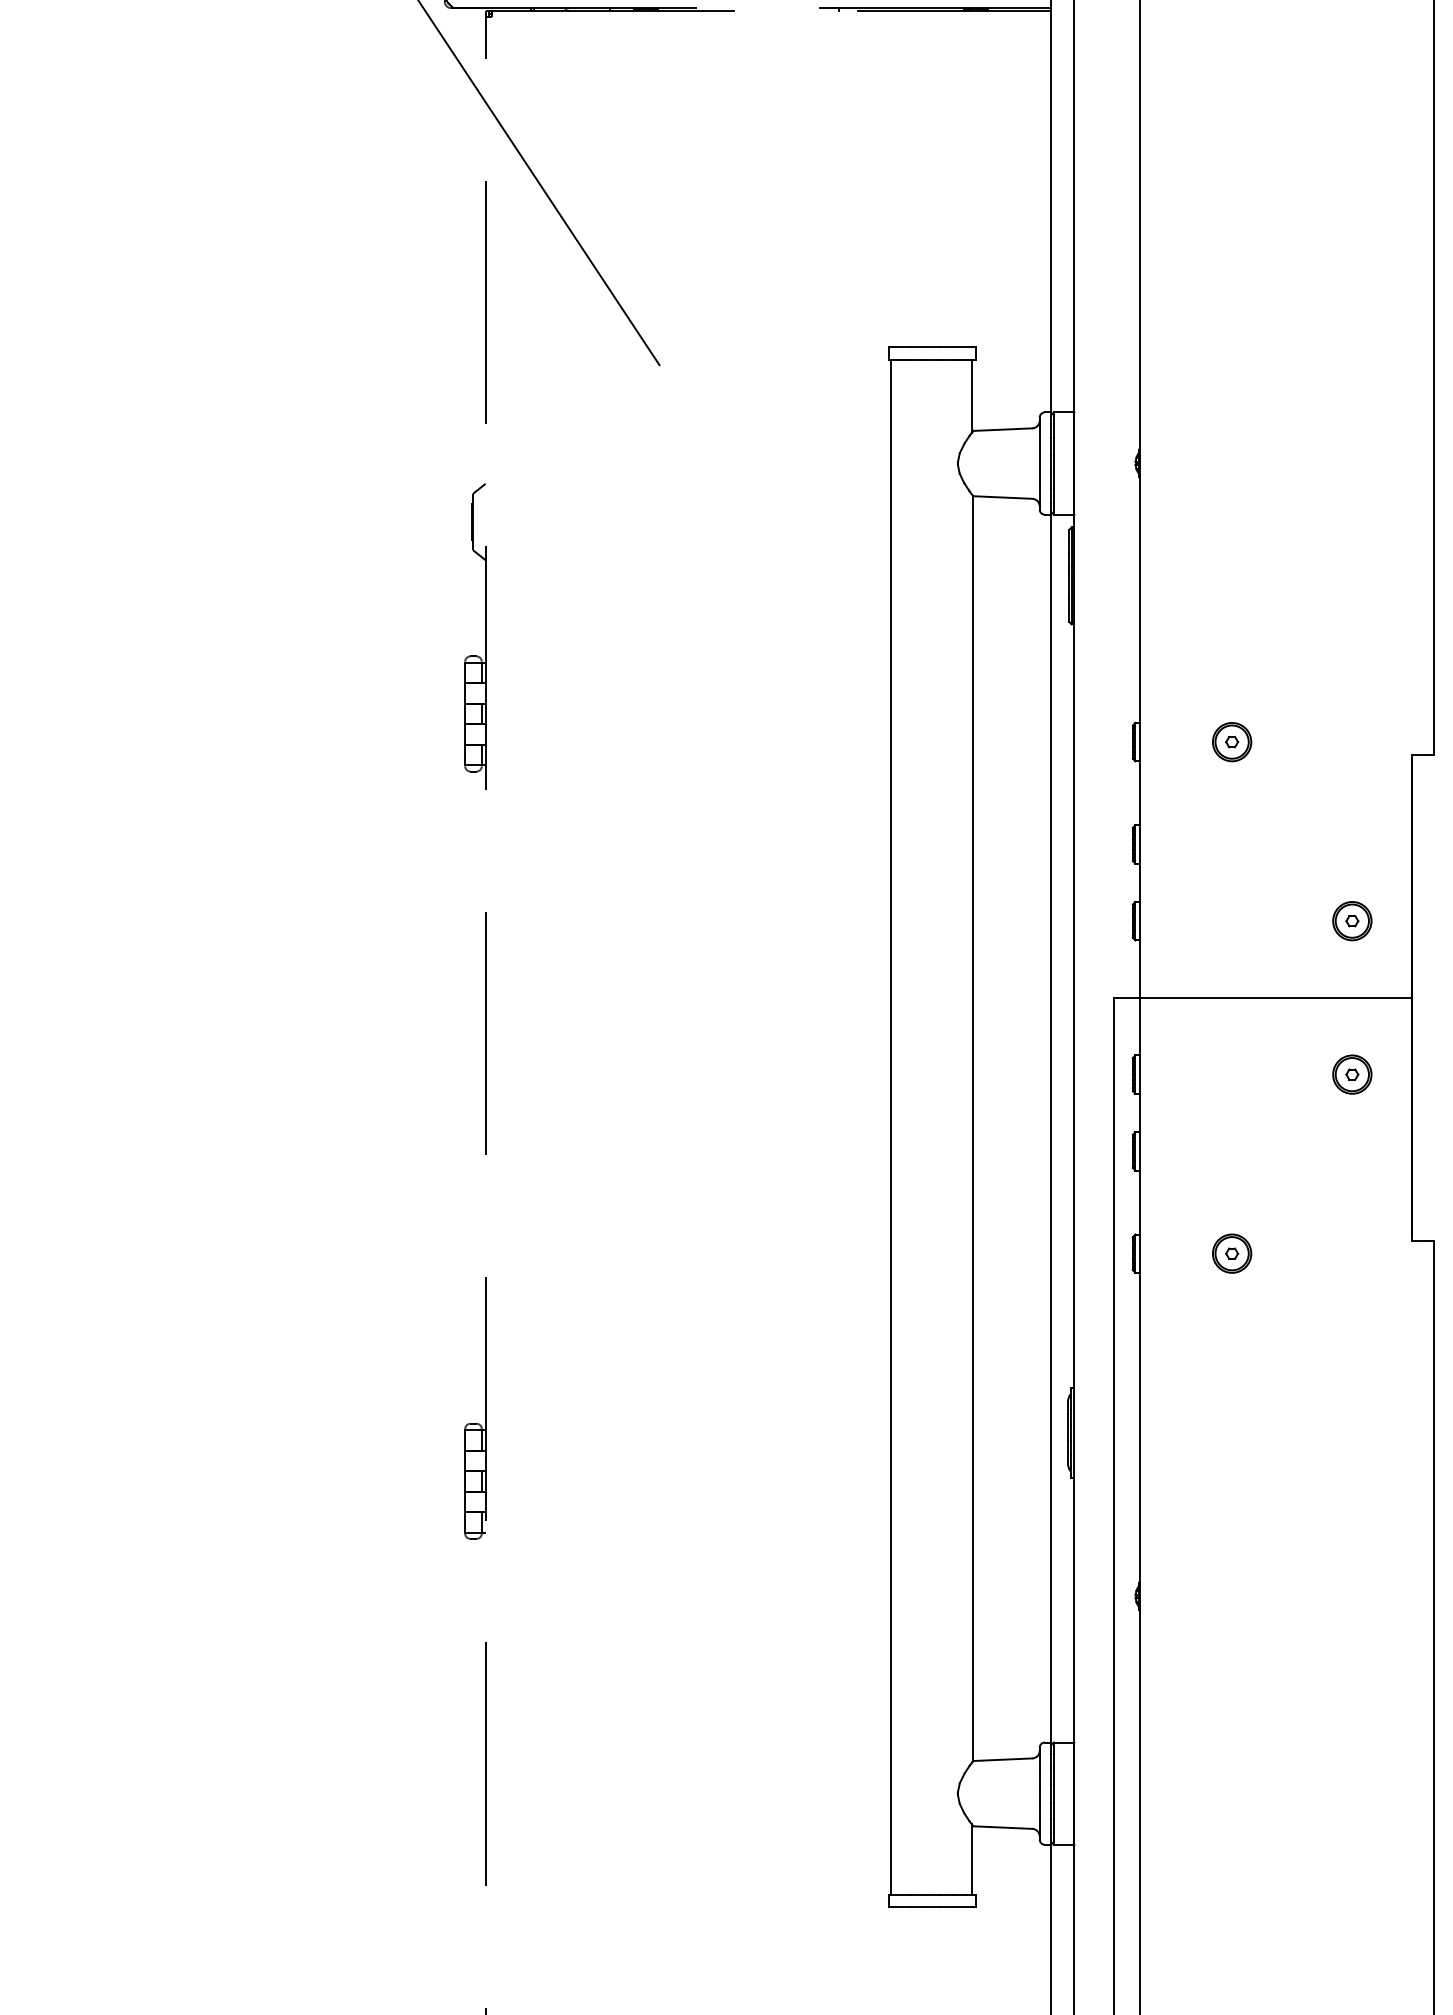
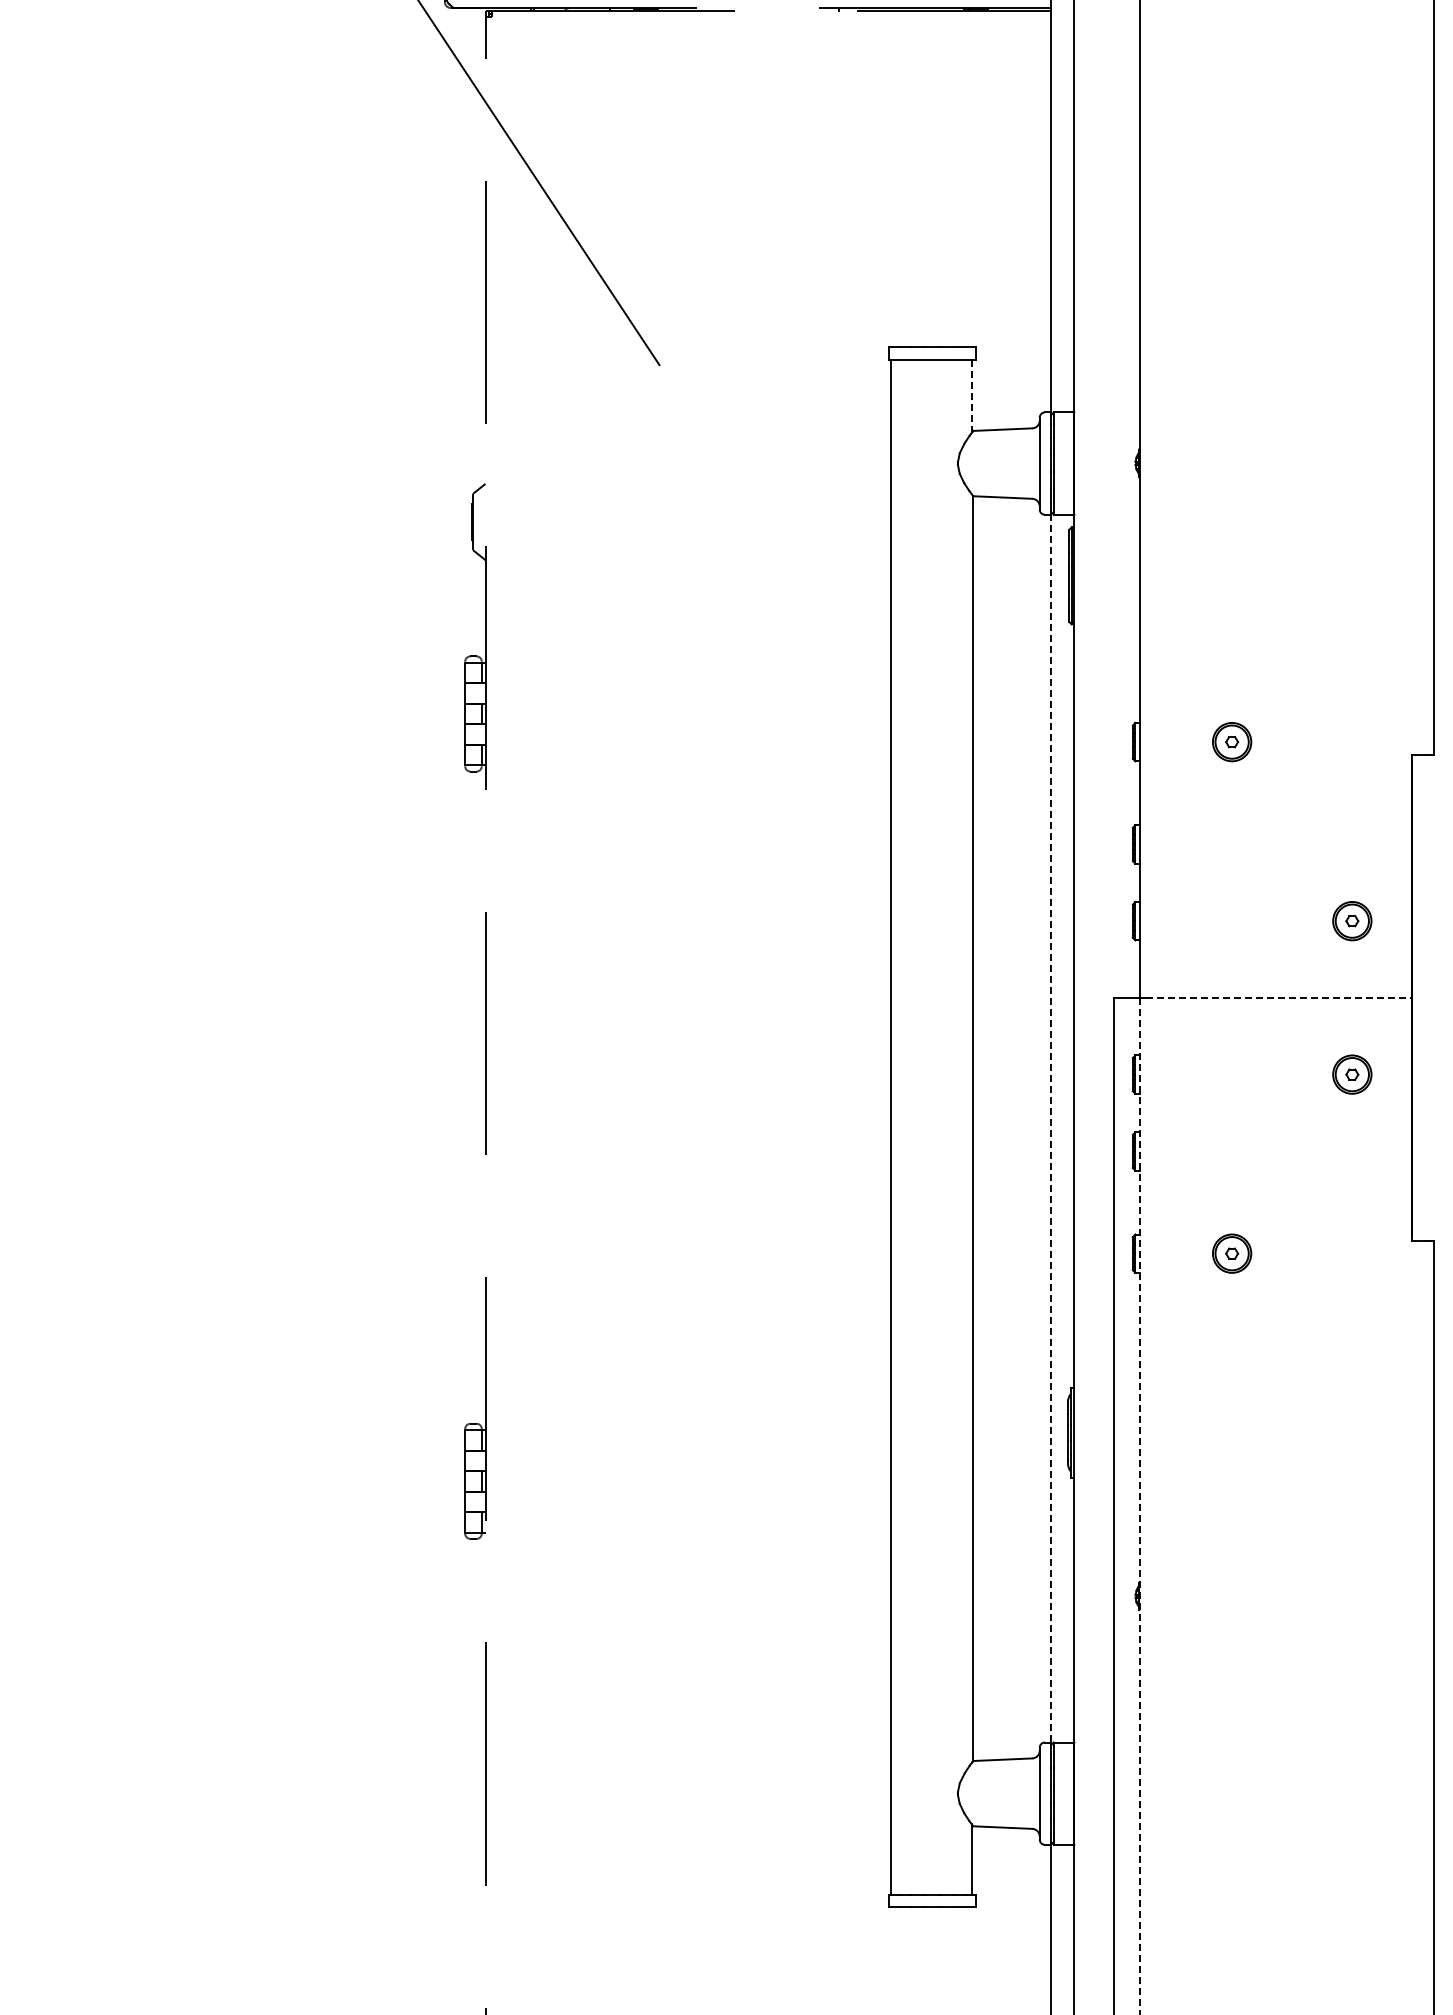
line at (971, 396): solid -> dashed
line at (1279, 997): solid -> dashed
line at (1051, 1128): solid -> dashed
line at (1139, 1506): solid -> dashed
